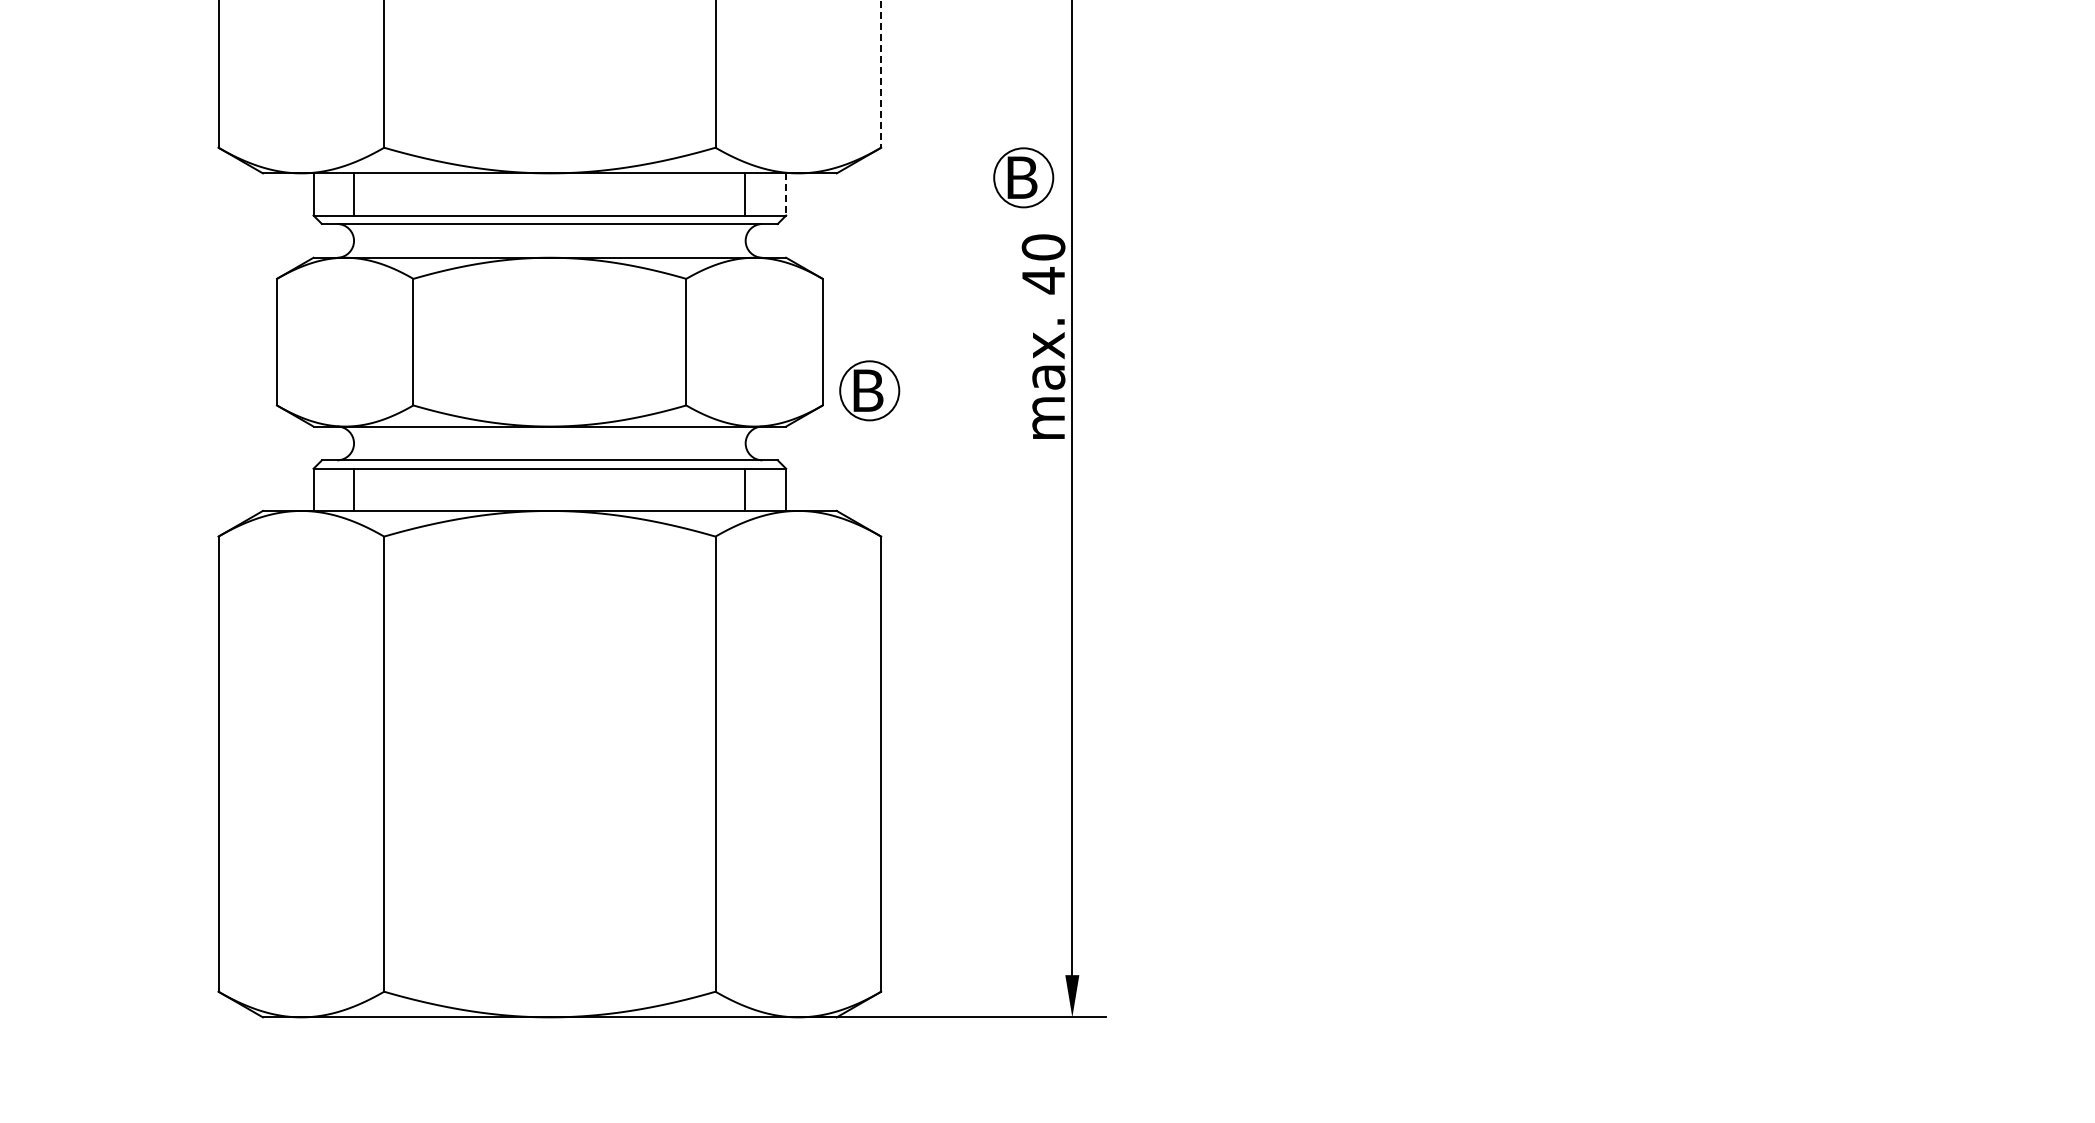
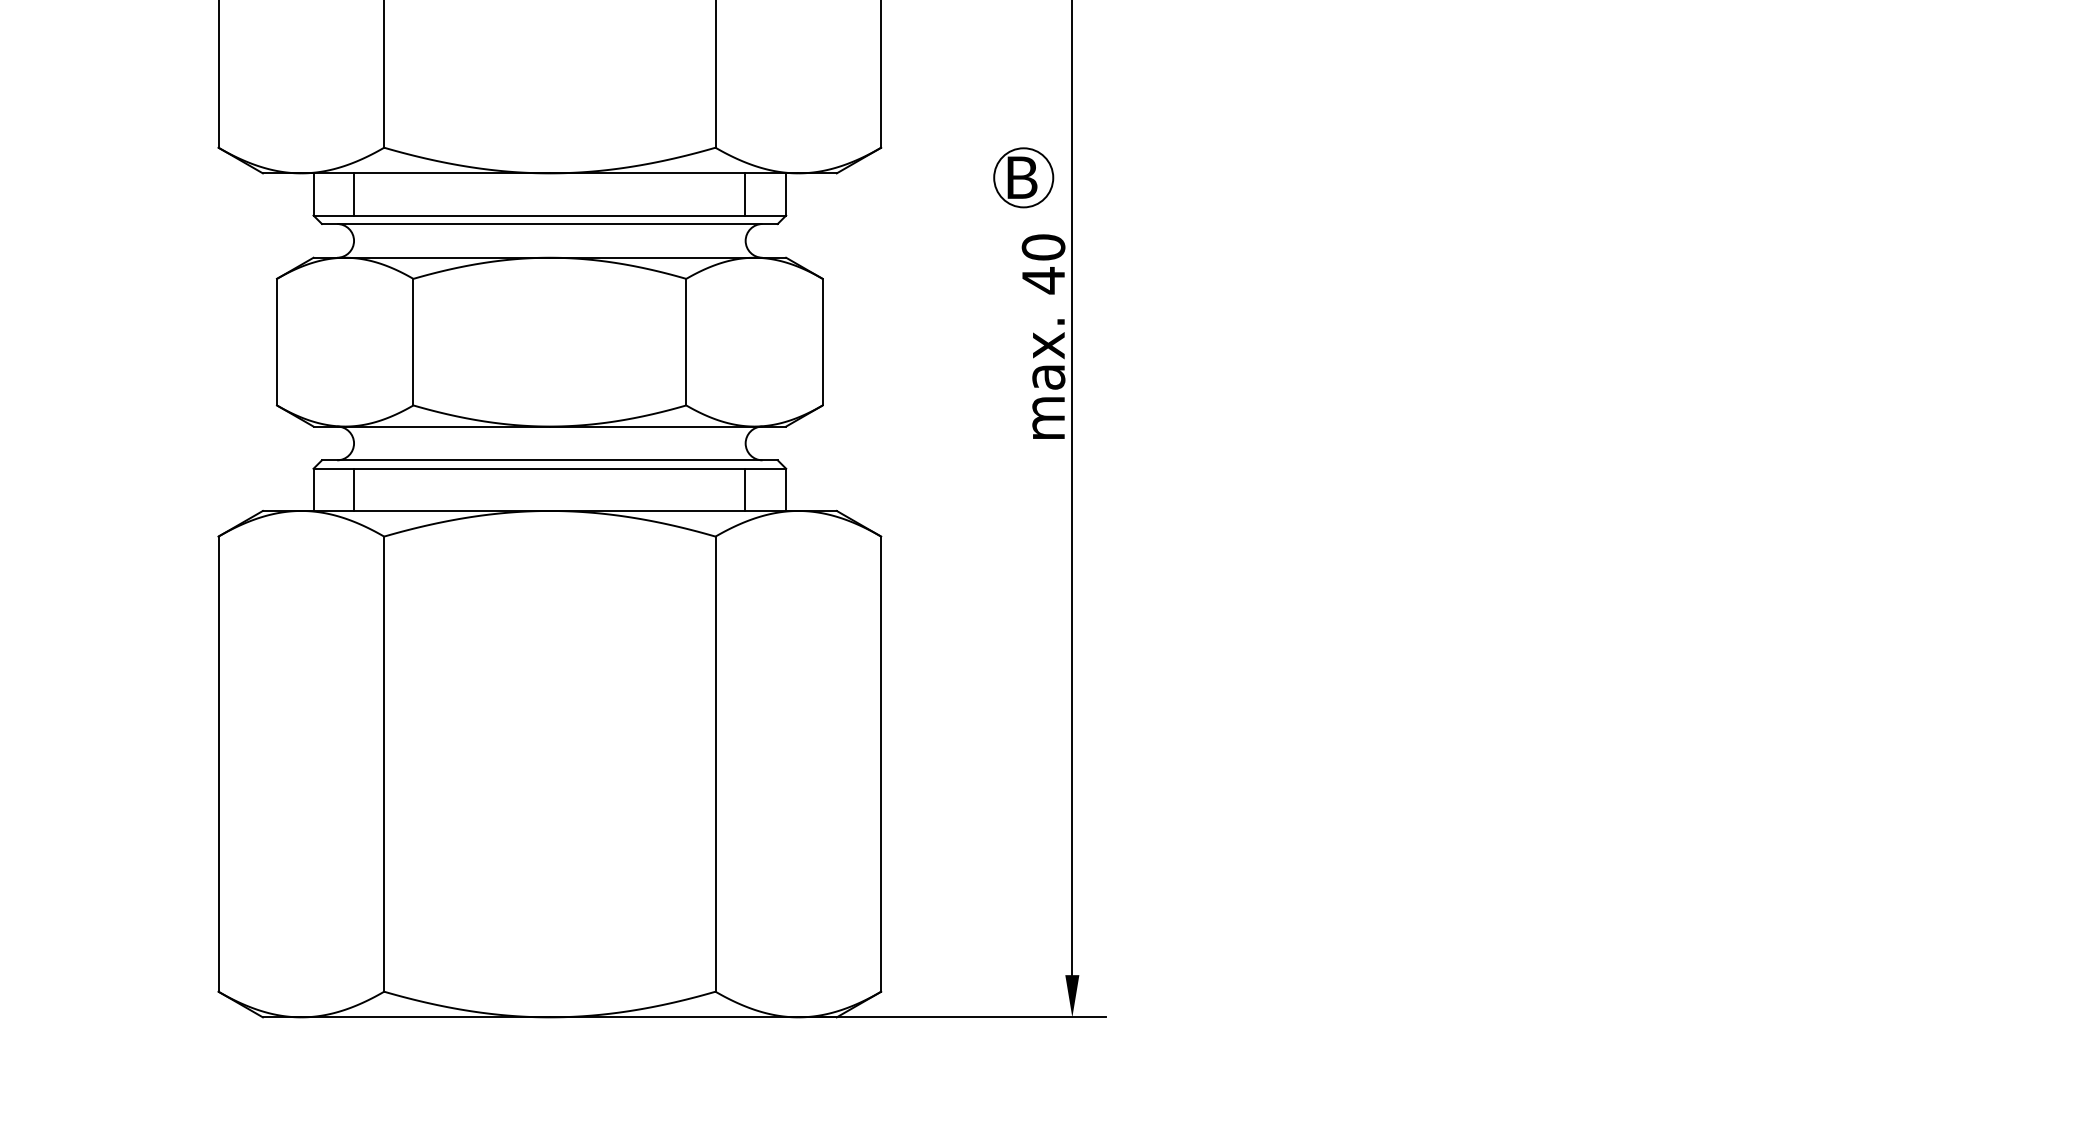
line at (881, 73): dashed -> solid
line at (786, 194): dashed -> solid
part at (869, 390): present -> none
